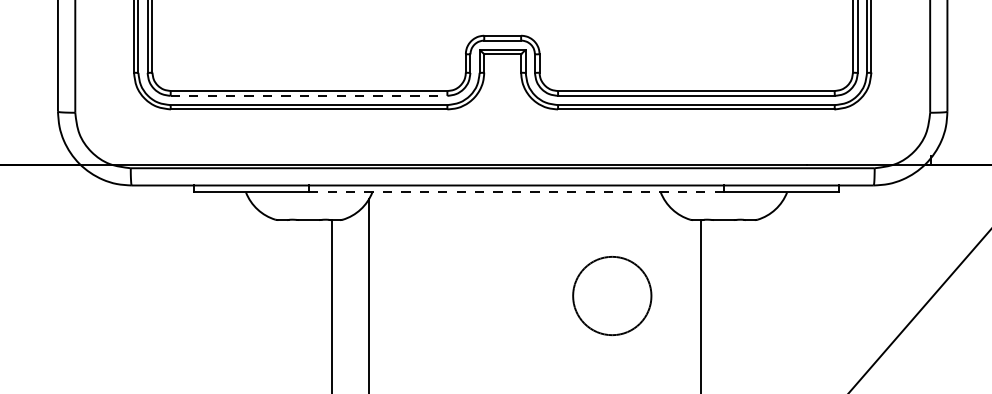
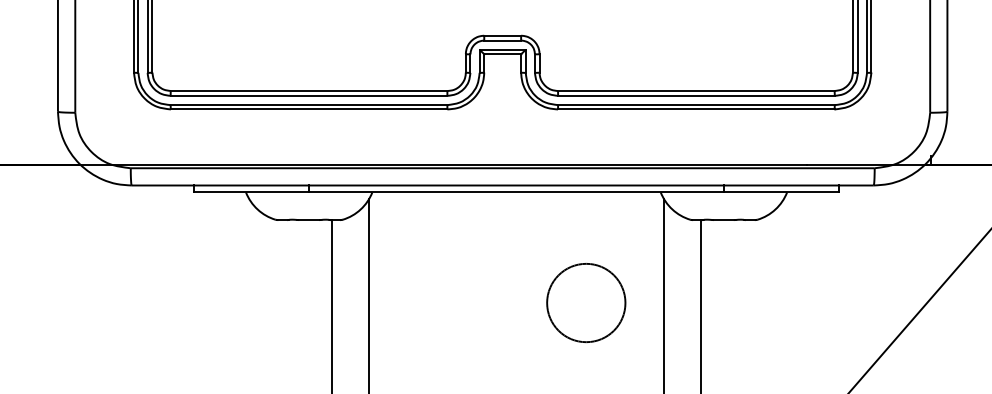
line at (309, 95): dashed -> solid
line at (516, 192): dashed -> solid
line at (663, 294): none -> present
circle at (612, 296) position: (612, 296) -> (586, 303)
